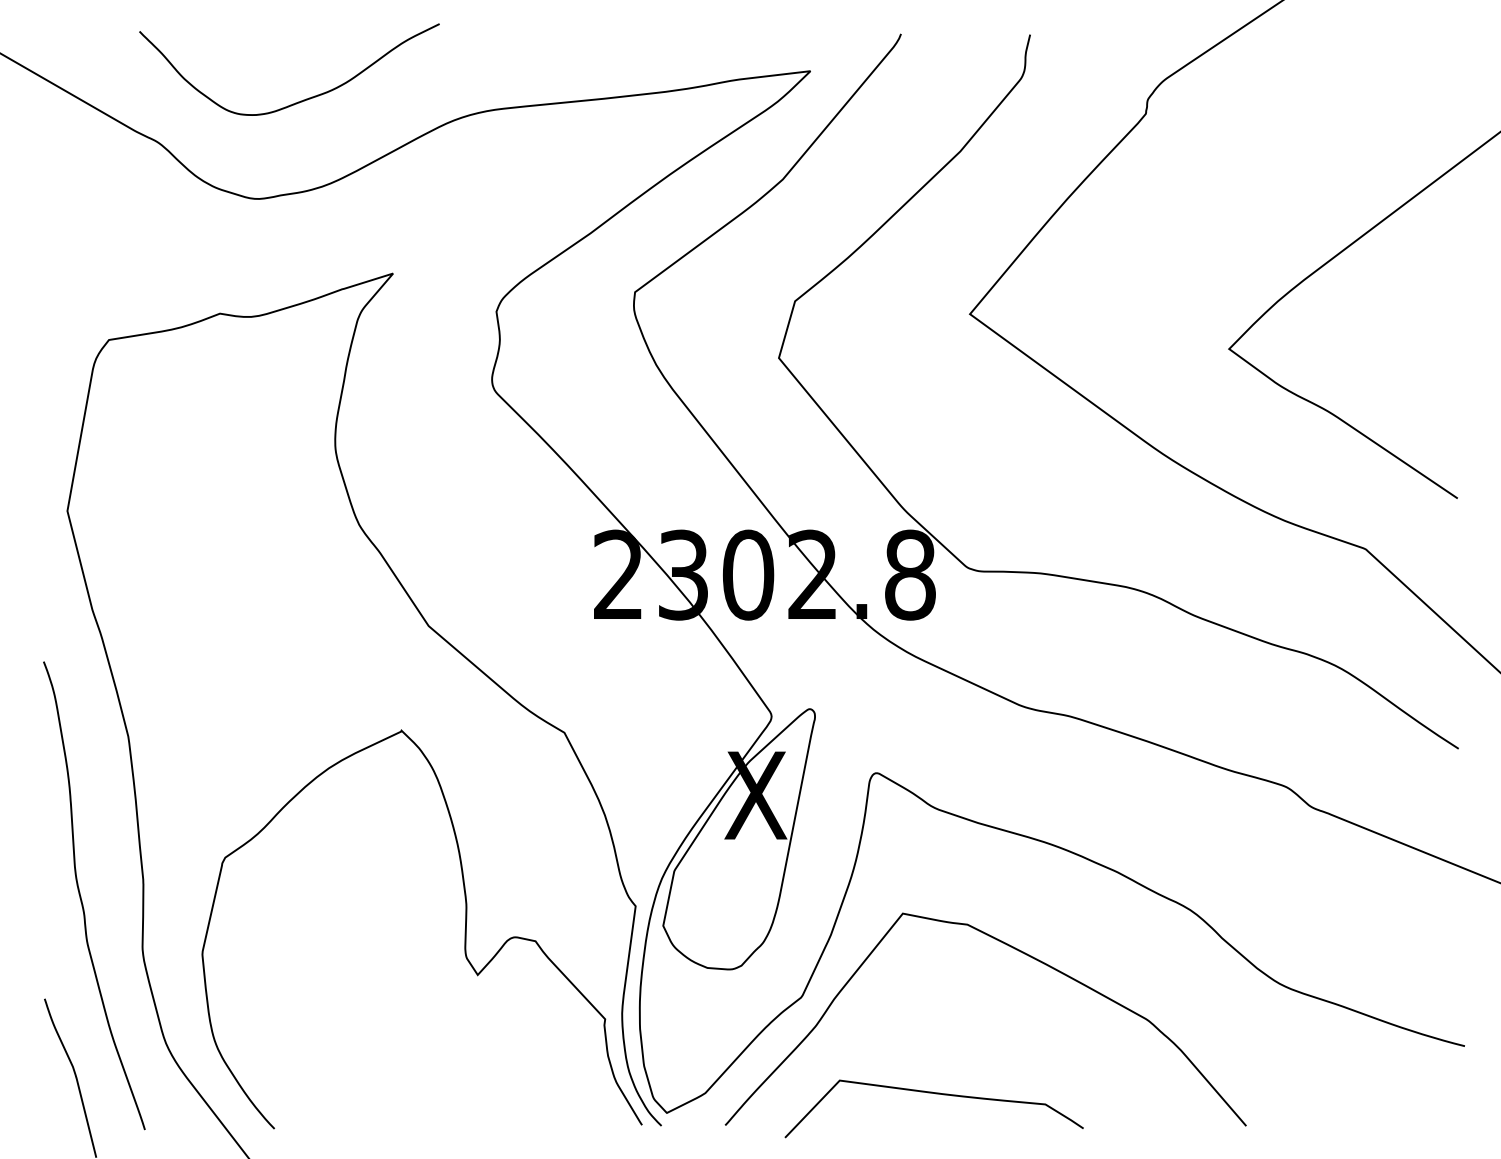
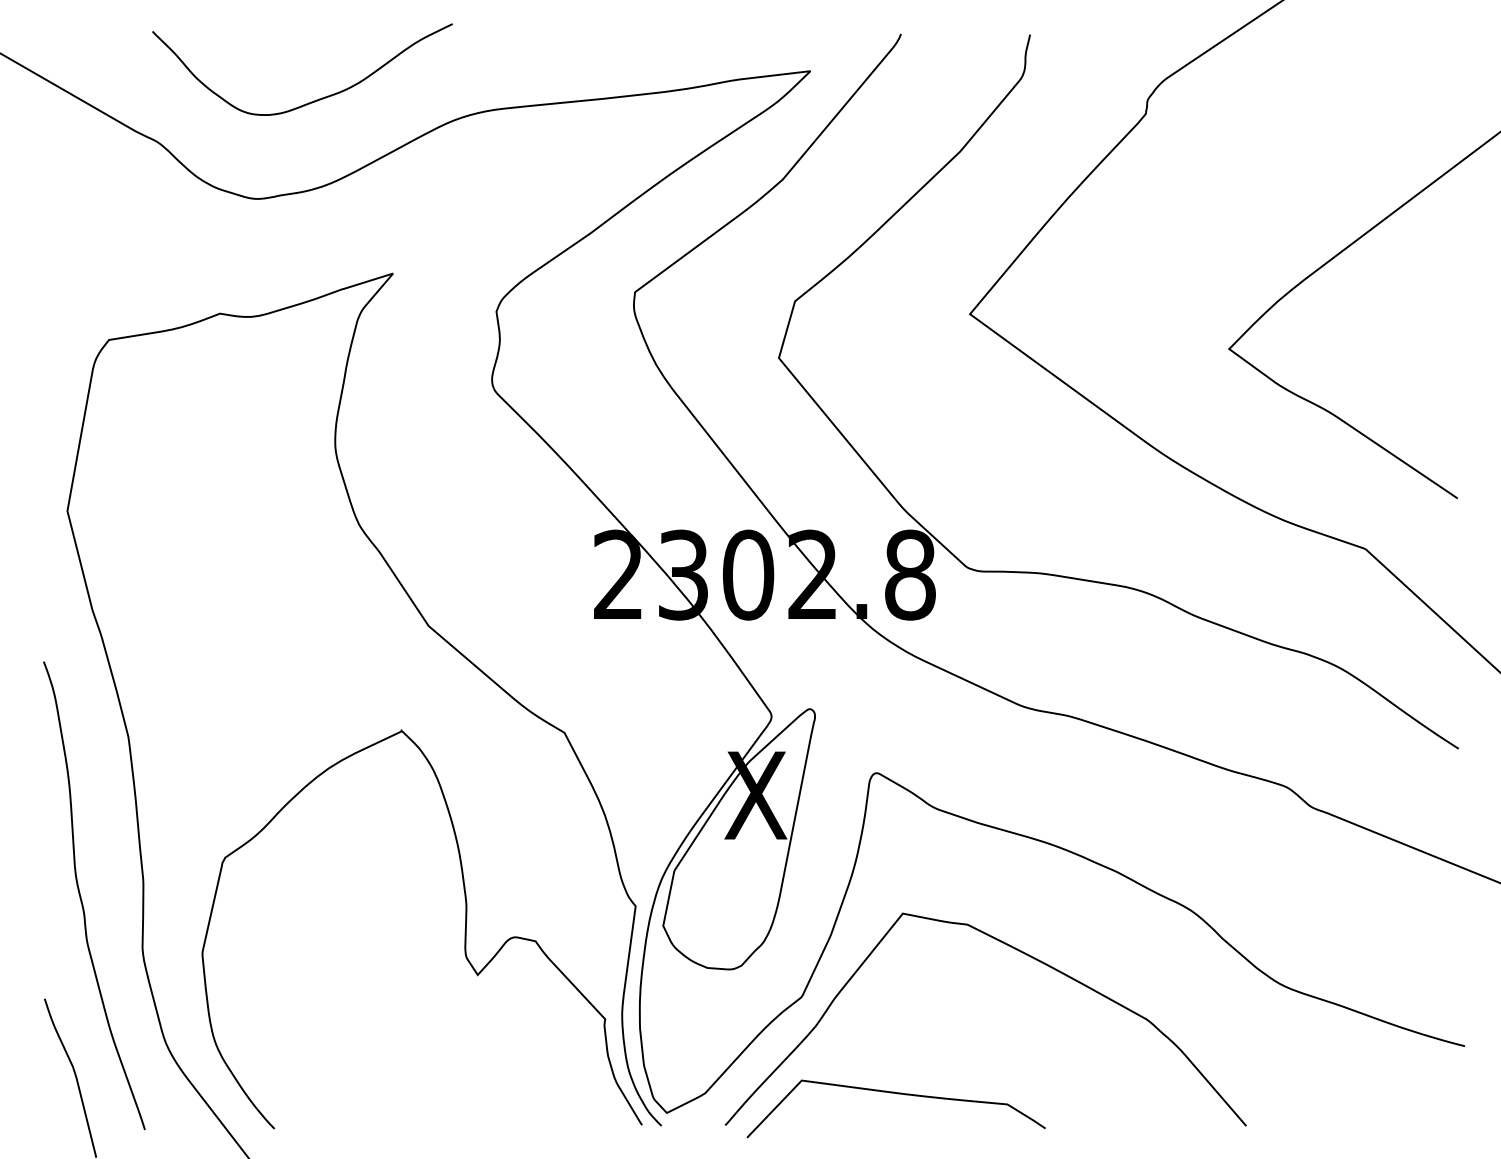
curve at (300, 100) position: (300, 100) -> (313, 100)
curve at (935, 1094) position: (935, 1094) -> (897, 1094)
